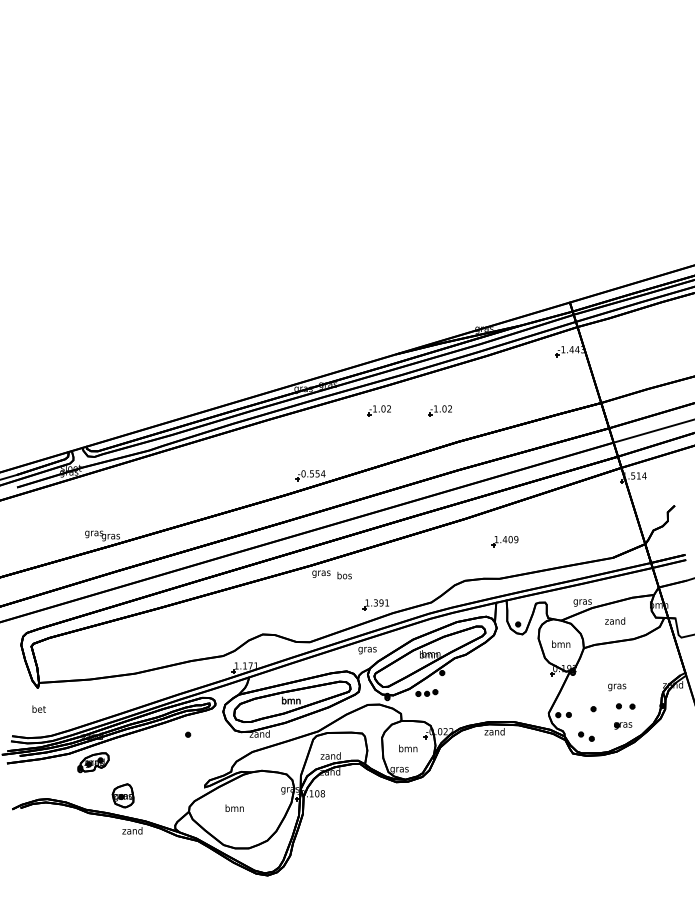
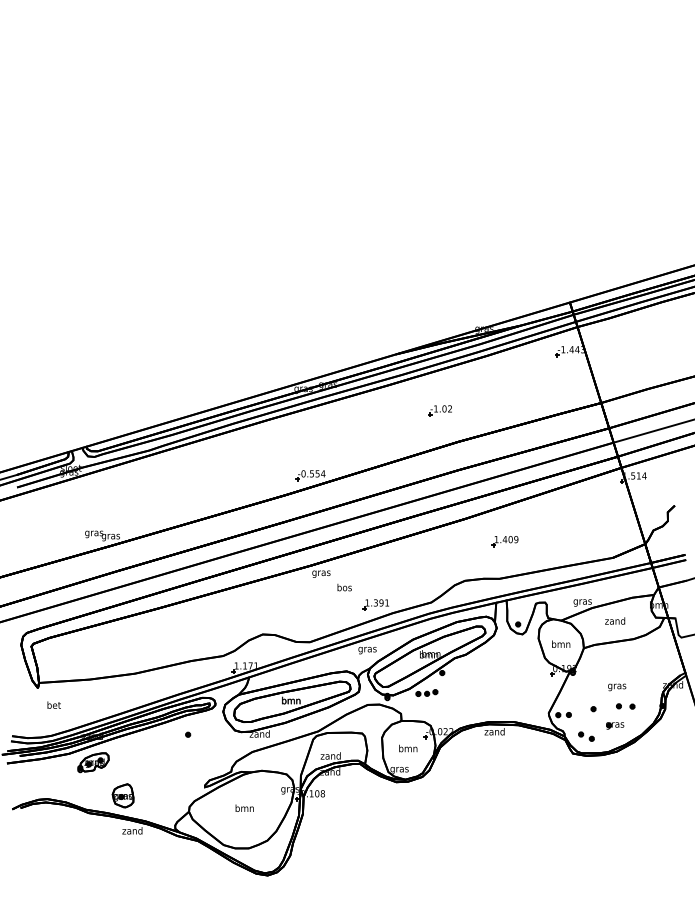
part at (378, 410): present -> none
text at (344, 575) position: (344, 575) -> (344, 587)
text at (38, 708) position: (38, 708) -> (53, 704)
part at (623, 725) position: (623, 725) -> (615, 725)
text at (234, 807) position: (234, 807) -> (244, 807)
